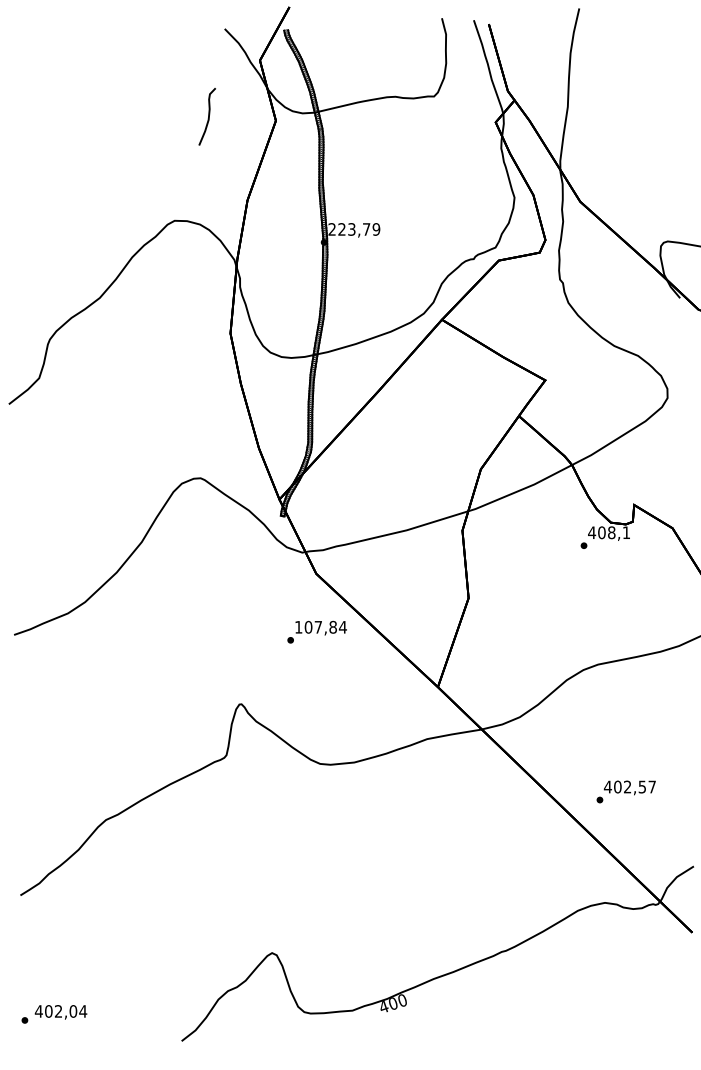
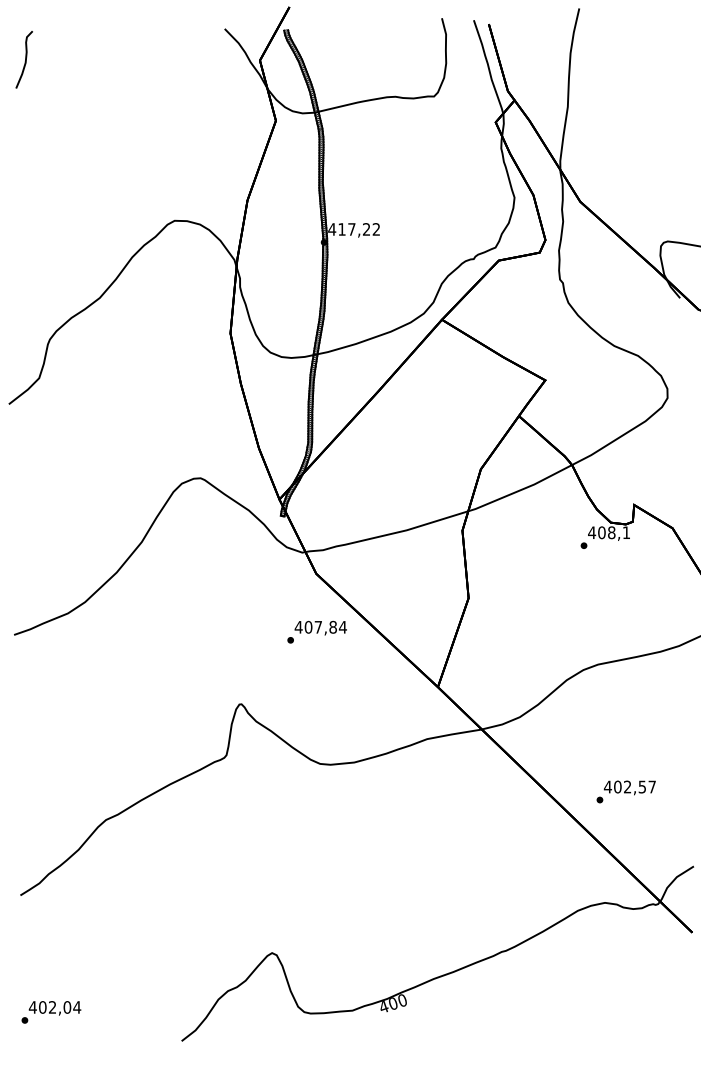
curve at (208, 116) position: (208, 116) -> (25, 59)
text at (354, 229): 223,79 -> 417,22
text at (298, 627): 107,84 -> 407,84
text at (60, 1012) position: (60, 1012) -> (54, 1008)
